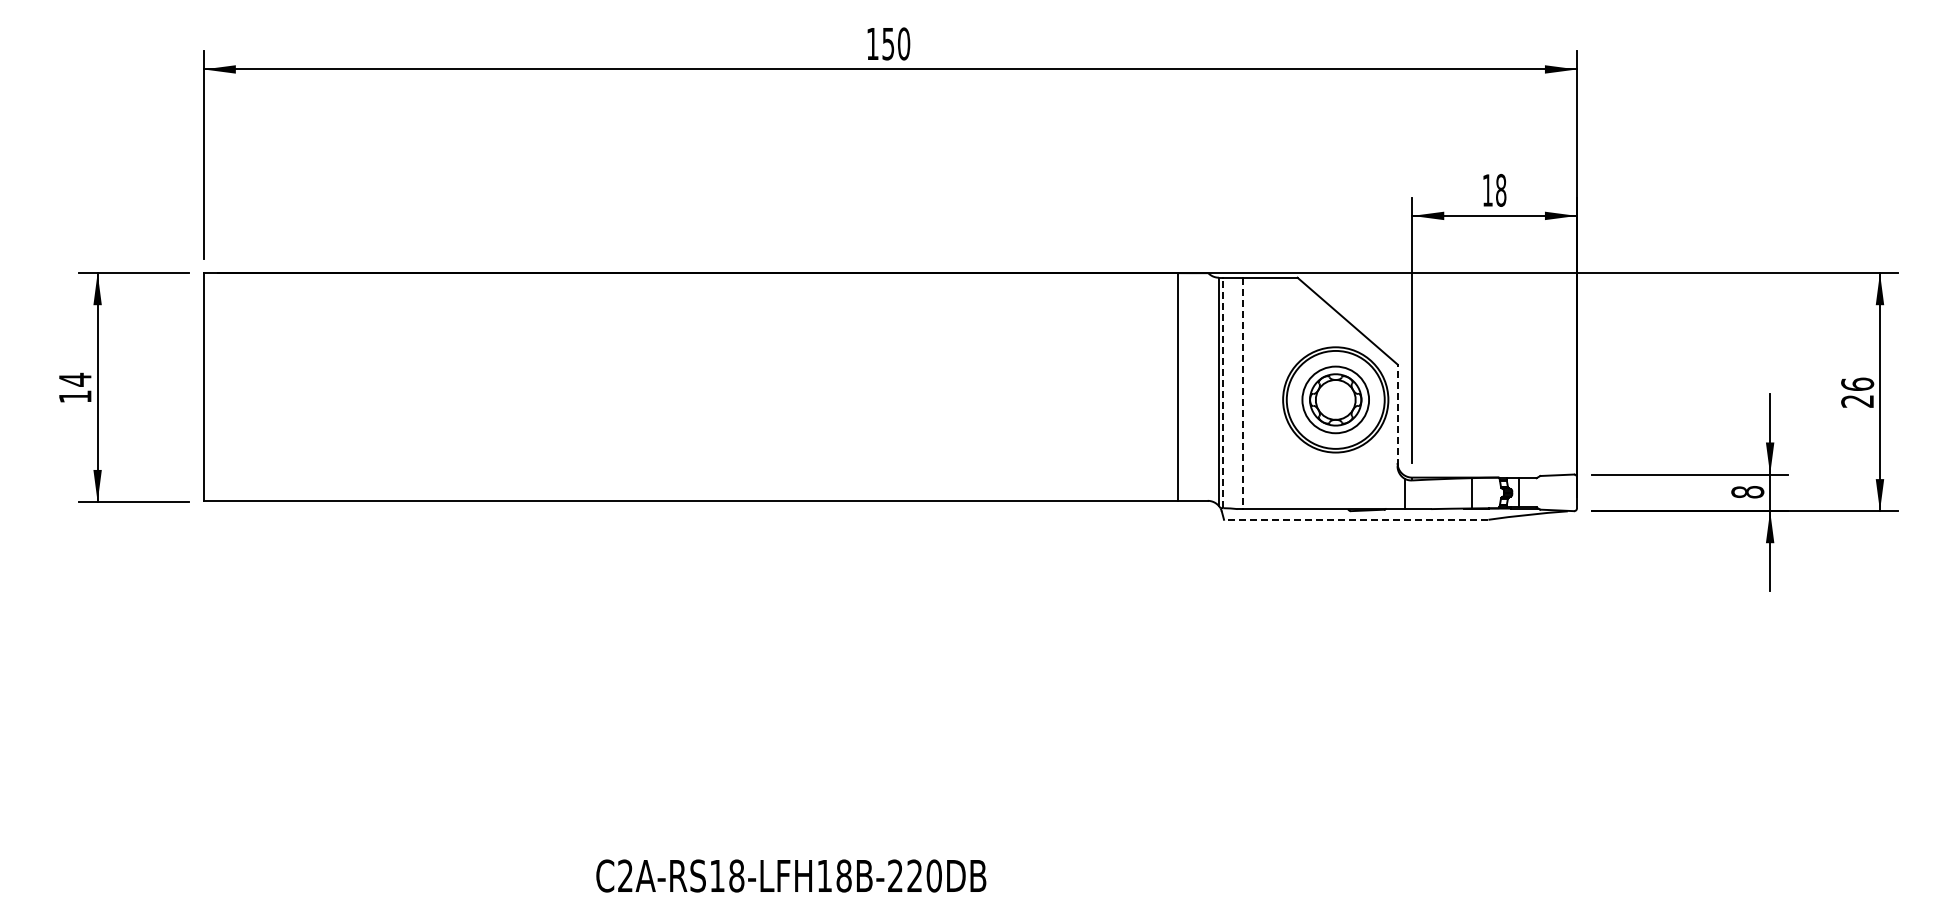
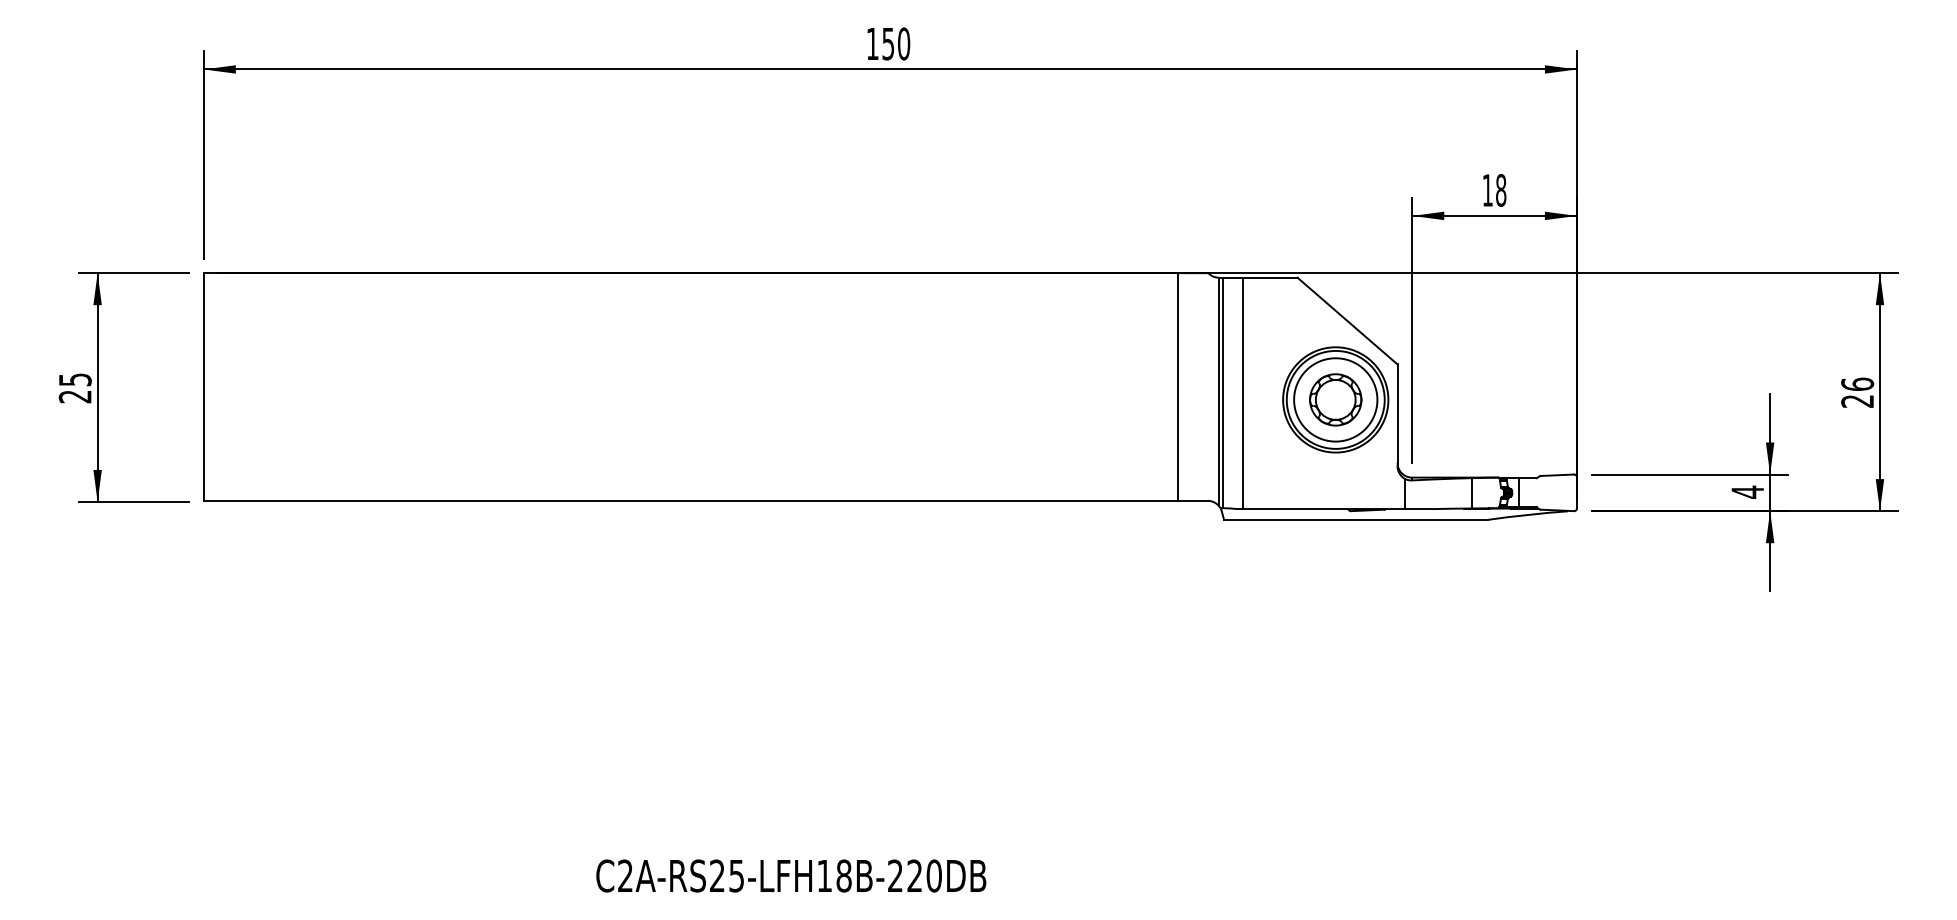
text at (74, 387): 14 -> 25
line at (1223, 392): dashed -> solid
line at (1242, 393): dashed -> solid
circle at (1335, 399) diameter: 67 px -> 83 px
line at (1397, 415): dashed -> solid
text at (1747, 491): 8 -> 4
line at (1355, 519): dashed -> solid
text at (727, 875): C2A-RS18-LFH18B-220DB -> C2A-RS25-LFH18B-220DB
